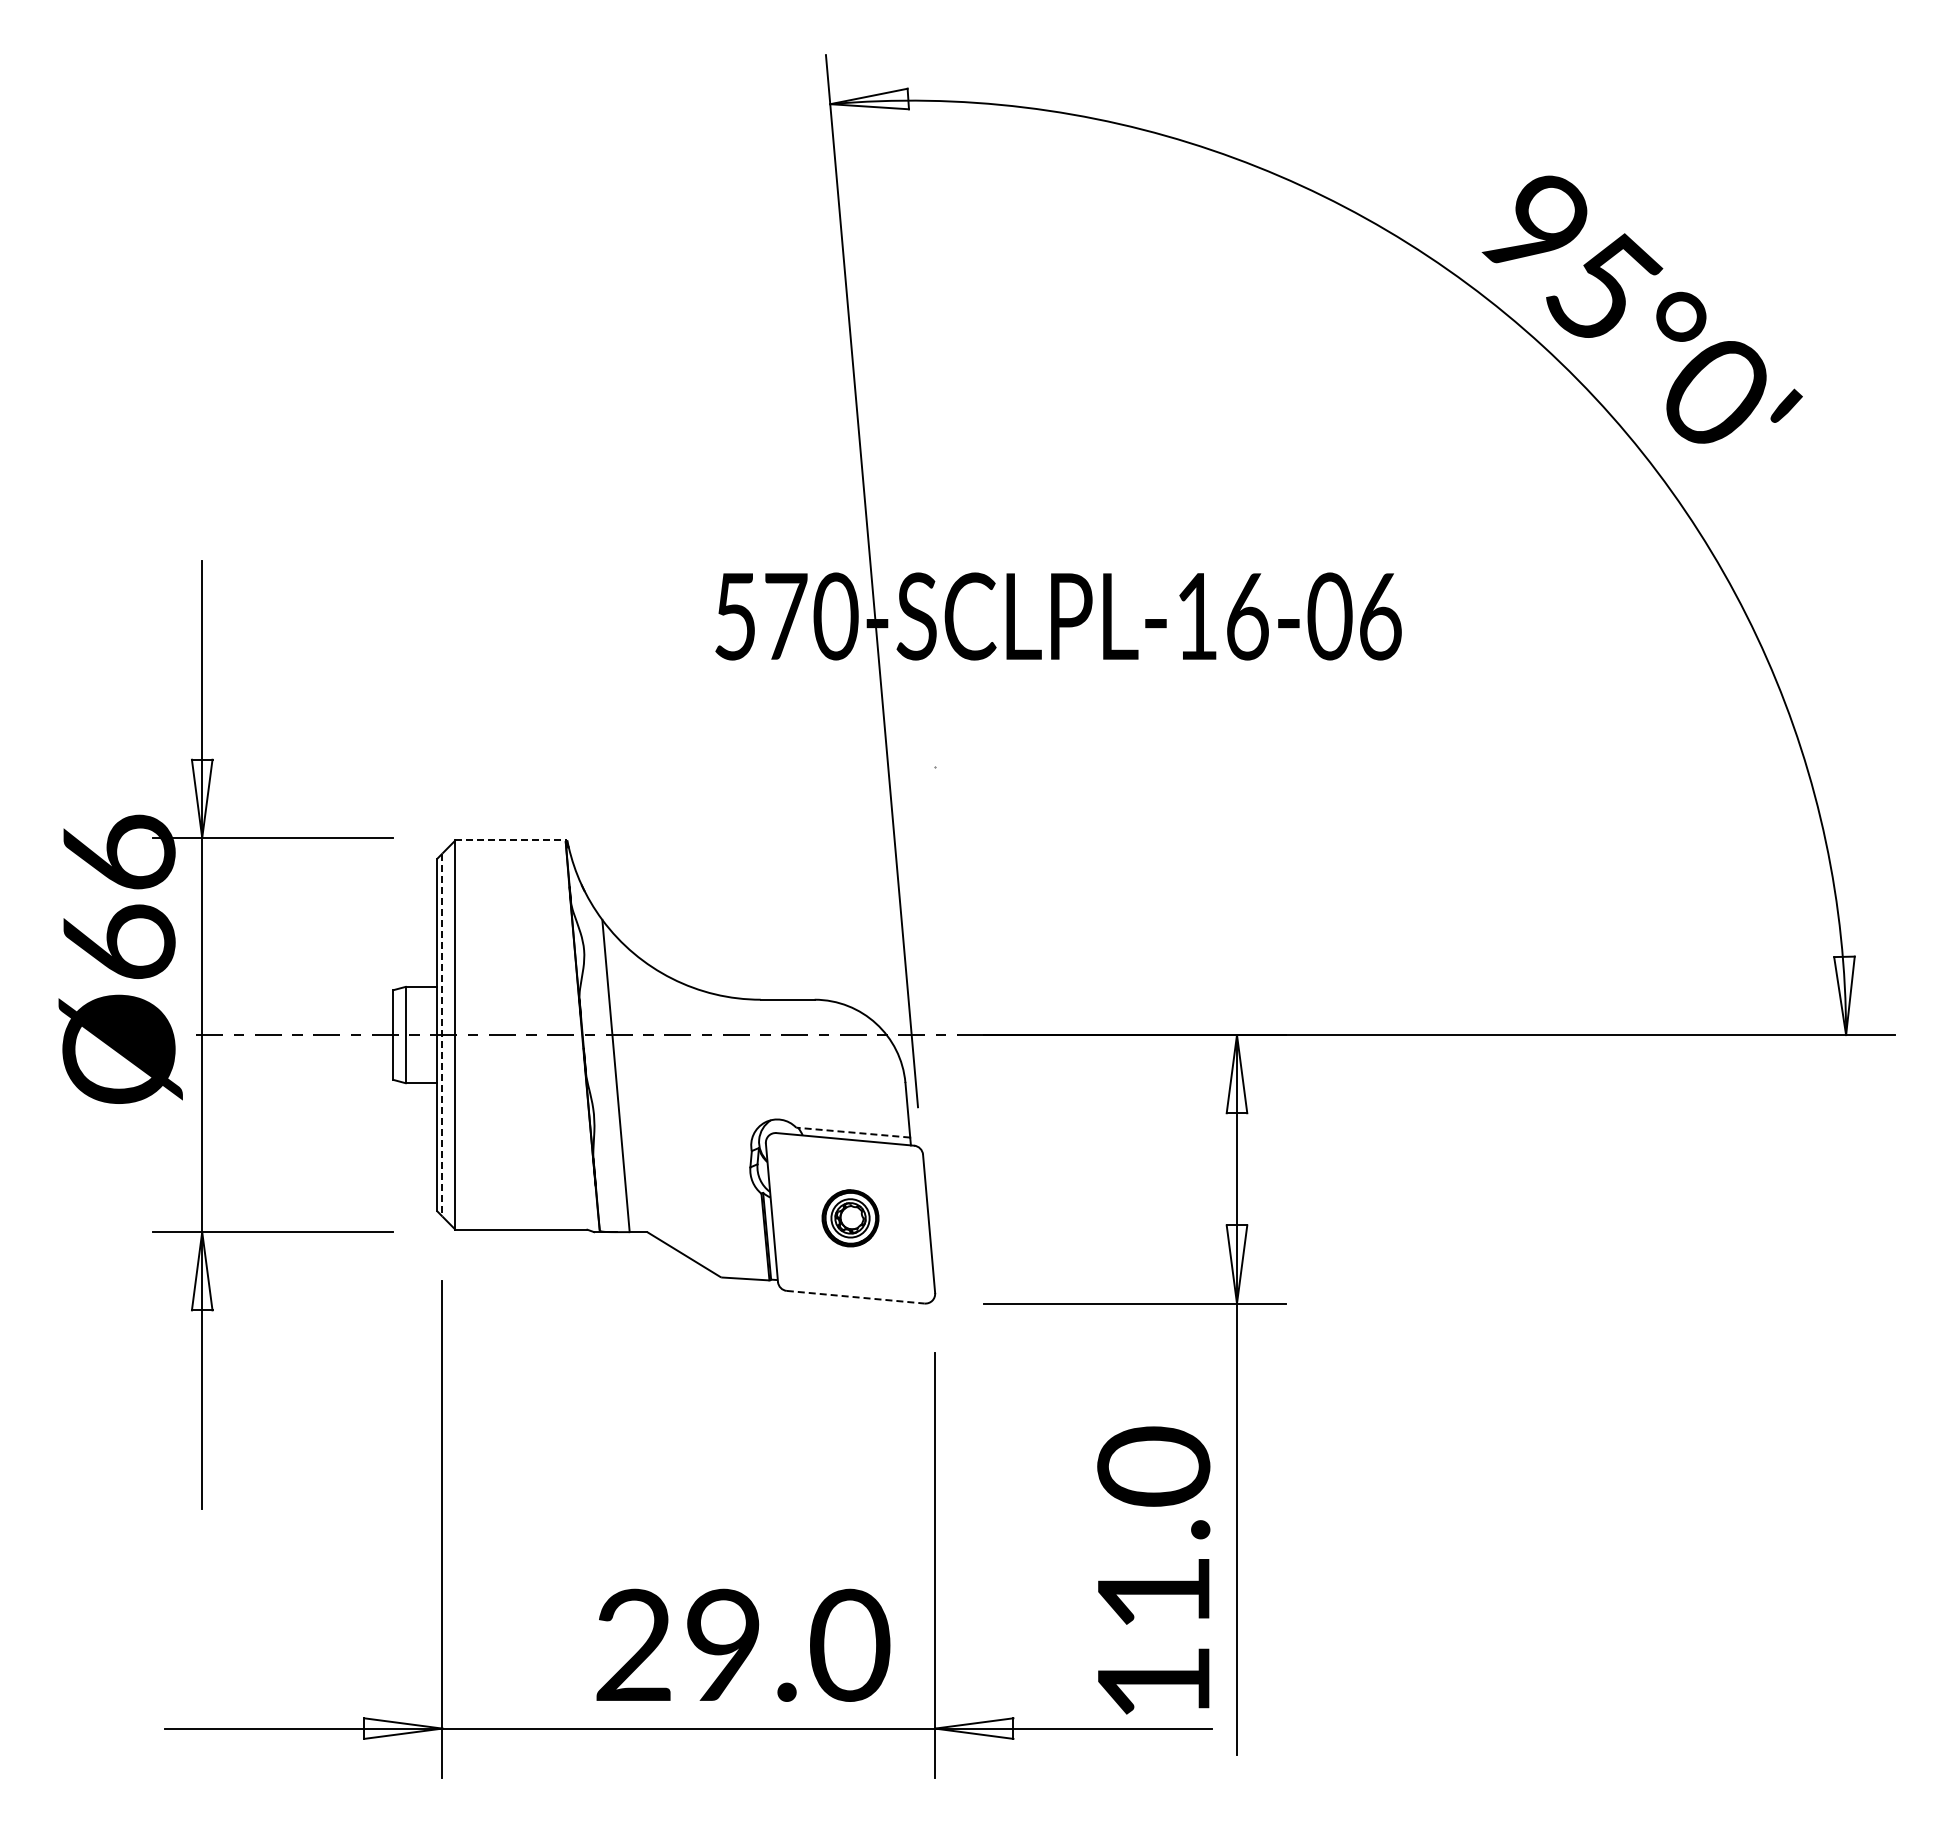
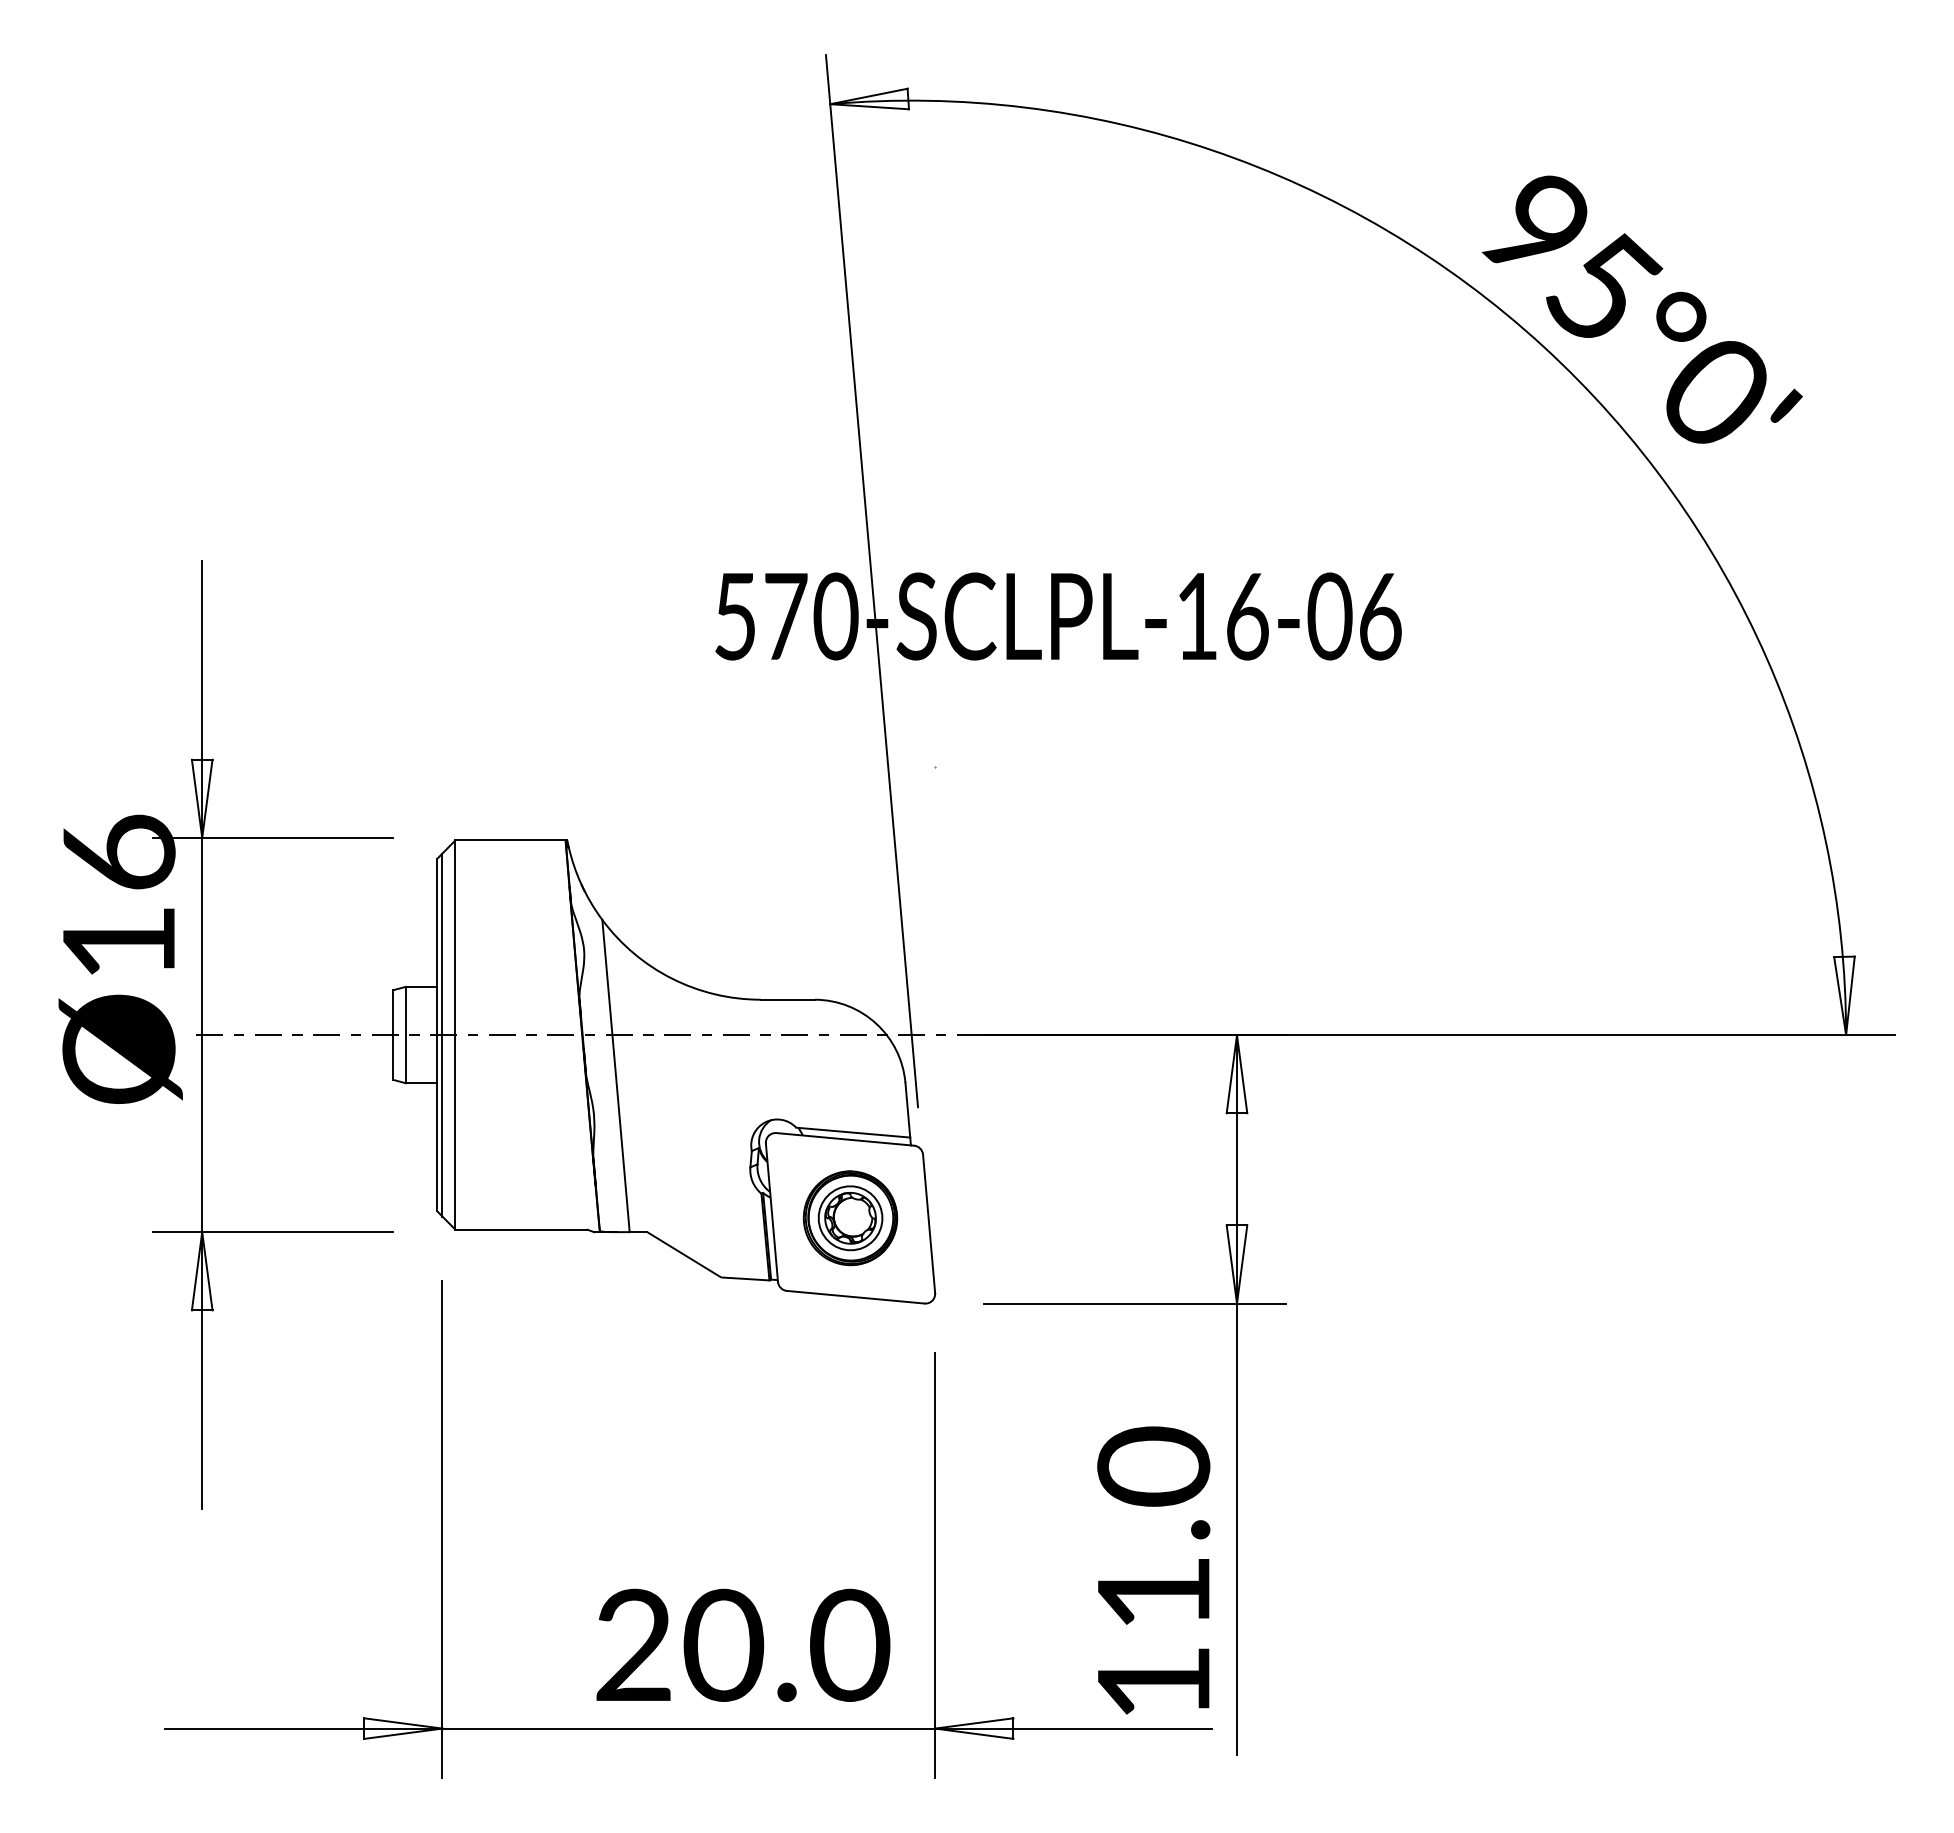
line at (511, 840): dashed -> solid
text at (119, 941): Ø66 -> Ø16
line at (442, 1035): dashed -> solid
line at (852, 1132): dashed -> solid
part at (850, 1218) size: 59x59 px -> 97x97 px
line at (856, 1297): dashed -> solid
text at (723, 1645): 29.0 -> 20.0
